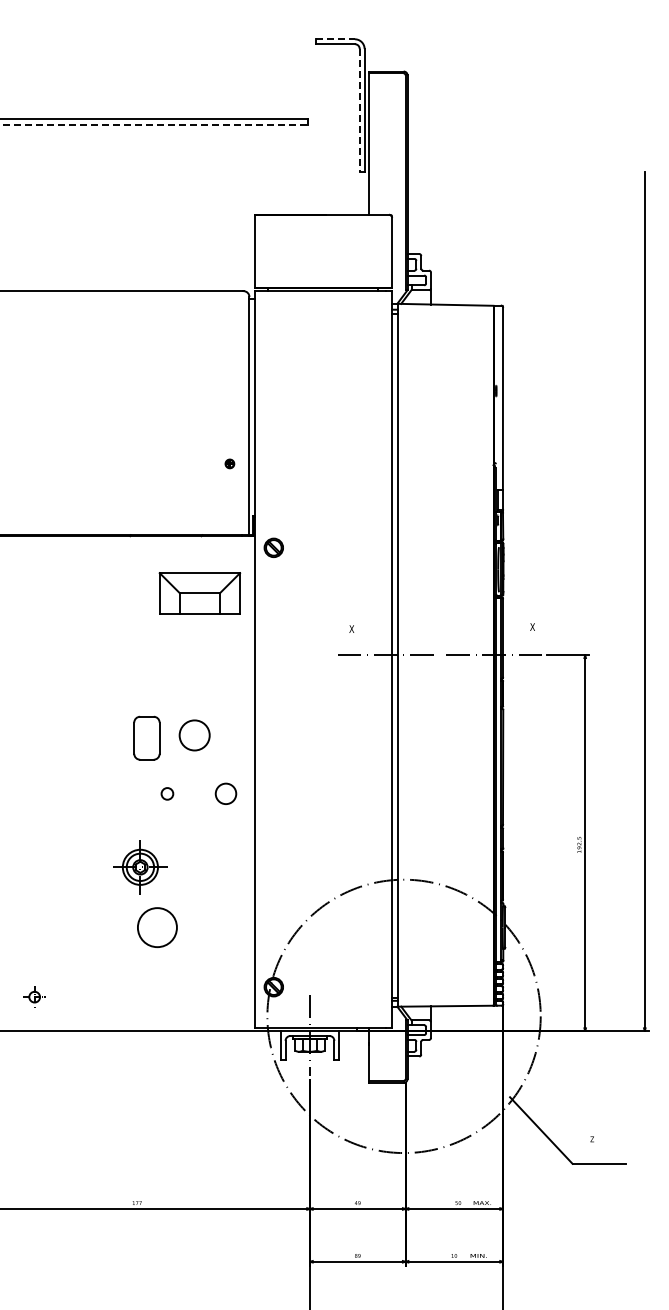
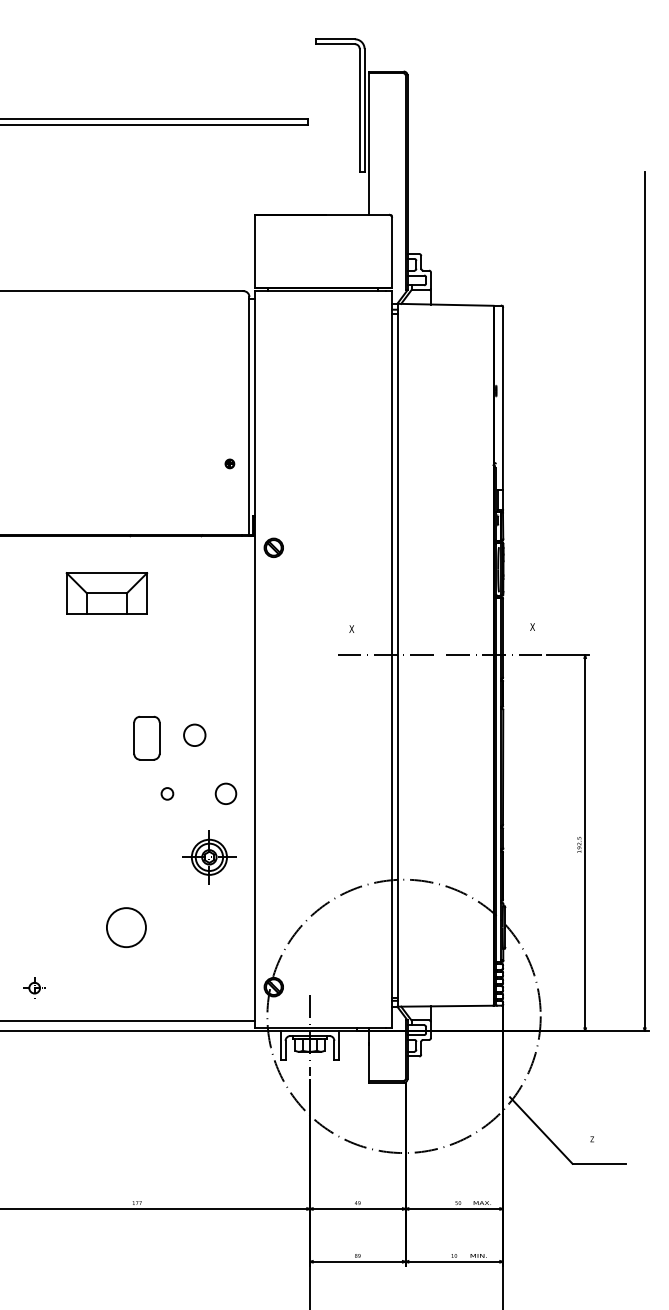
line at (335, 39): dashed -> solid
line at (359, 110): dashed -> solid
line at (154, 125): dashed -> solid
part at (199, 593) position: (199, 593) -> (106, 593)
circle at (194, 735) size: 33x33 px -> 24x24 px
part at (140, 867) position: (140, 867) -> (209, 857)
circle at (157, 927) position: (157, 927) -> (126, 927)
part at (34, 996) position: (34, 996) -> (34, 987)
line at (128, 1021): none -> present
